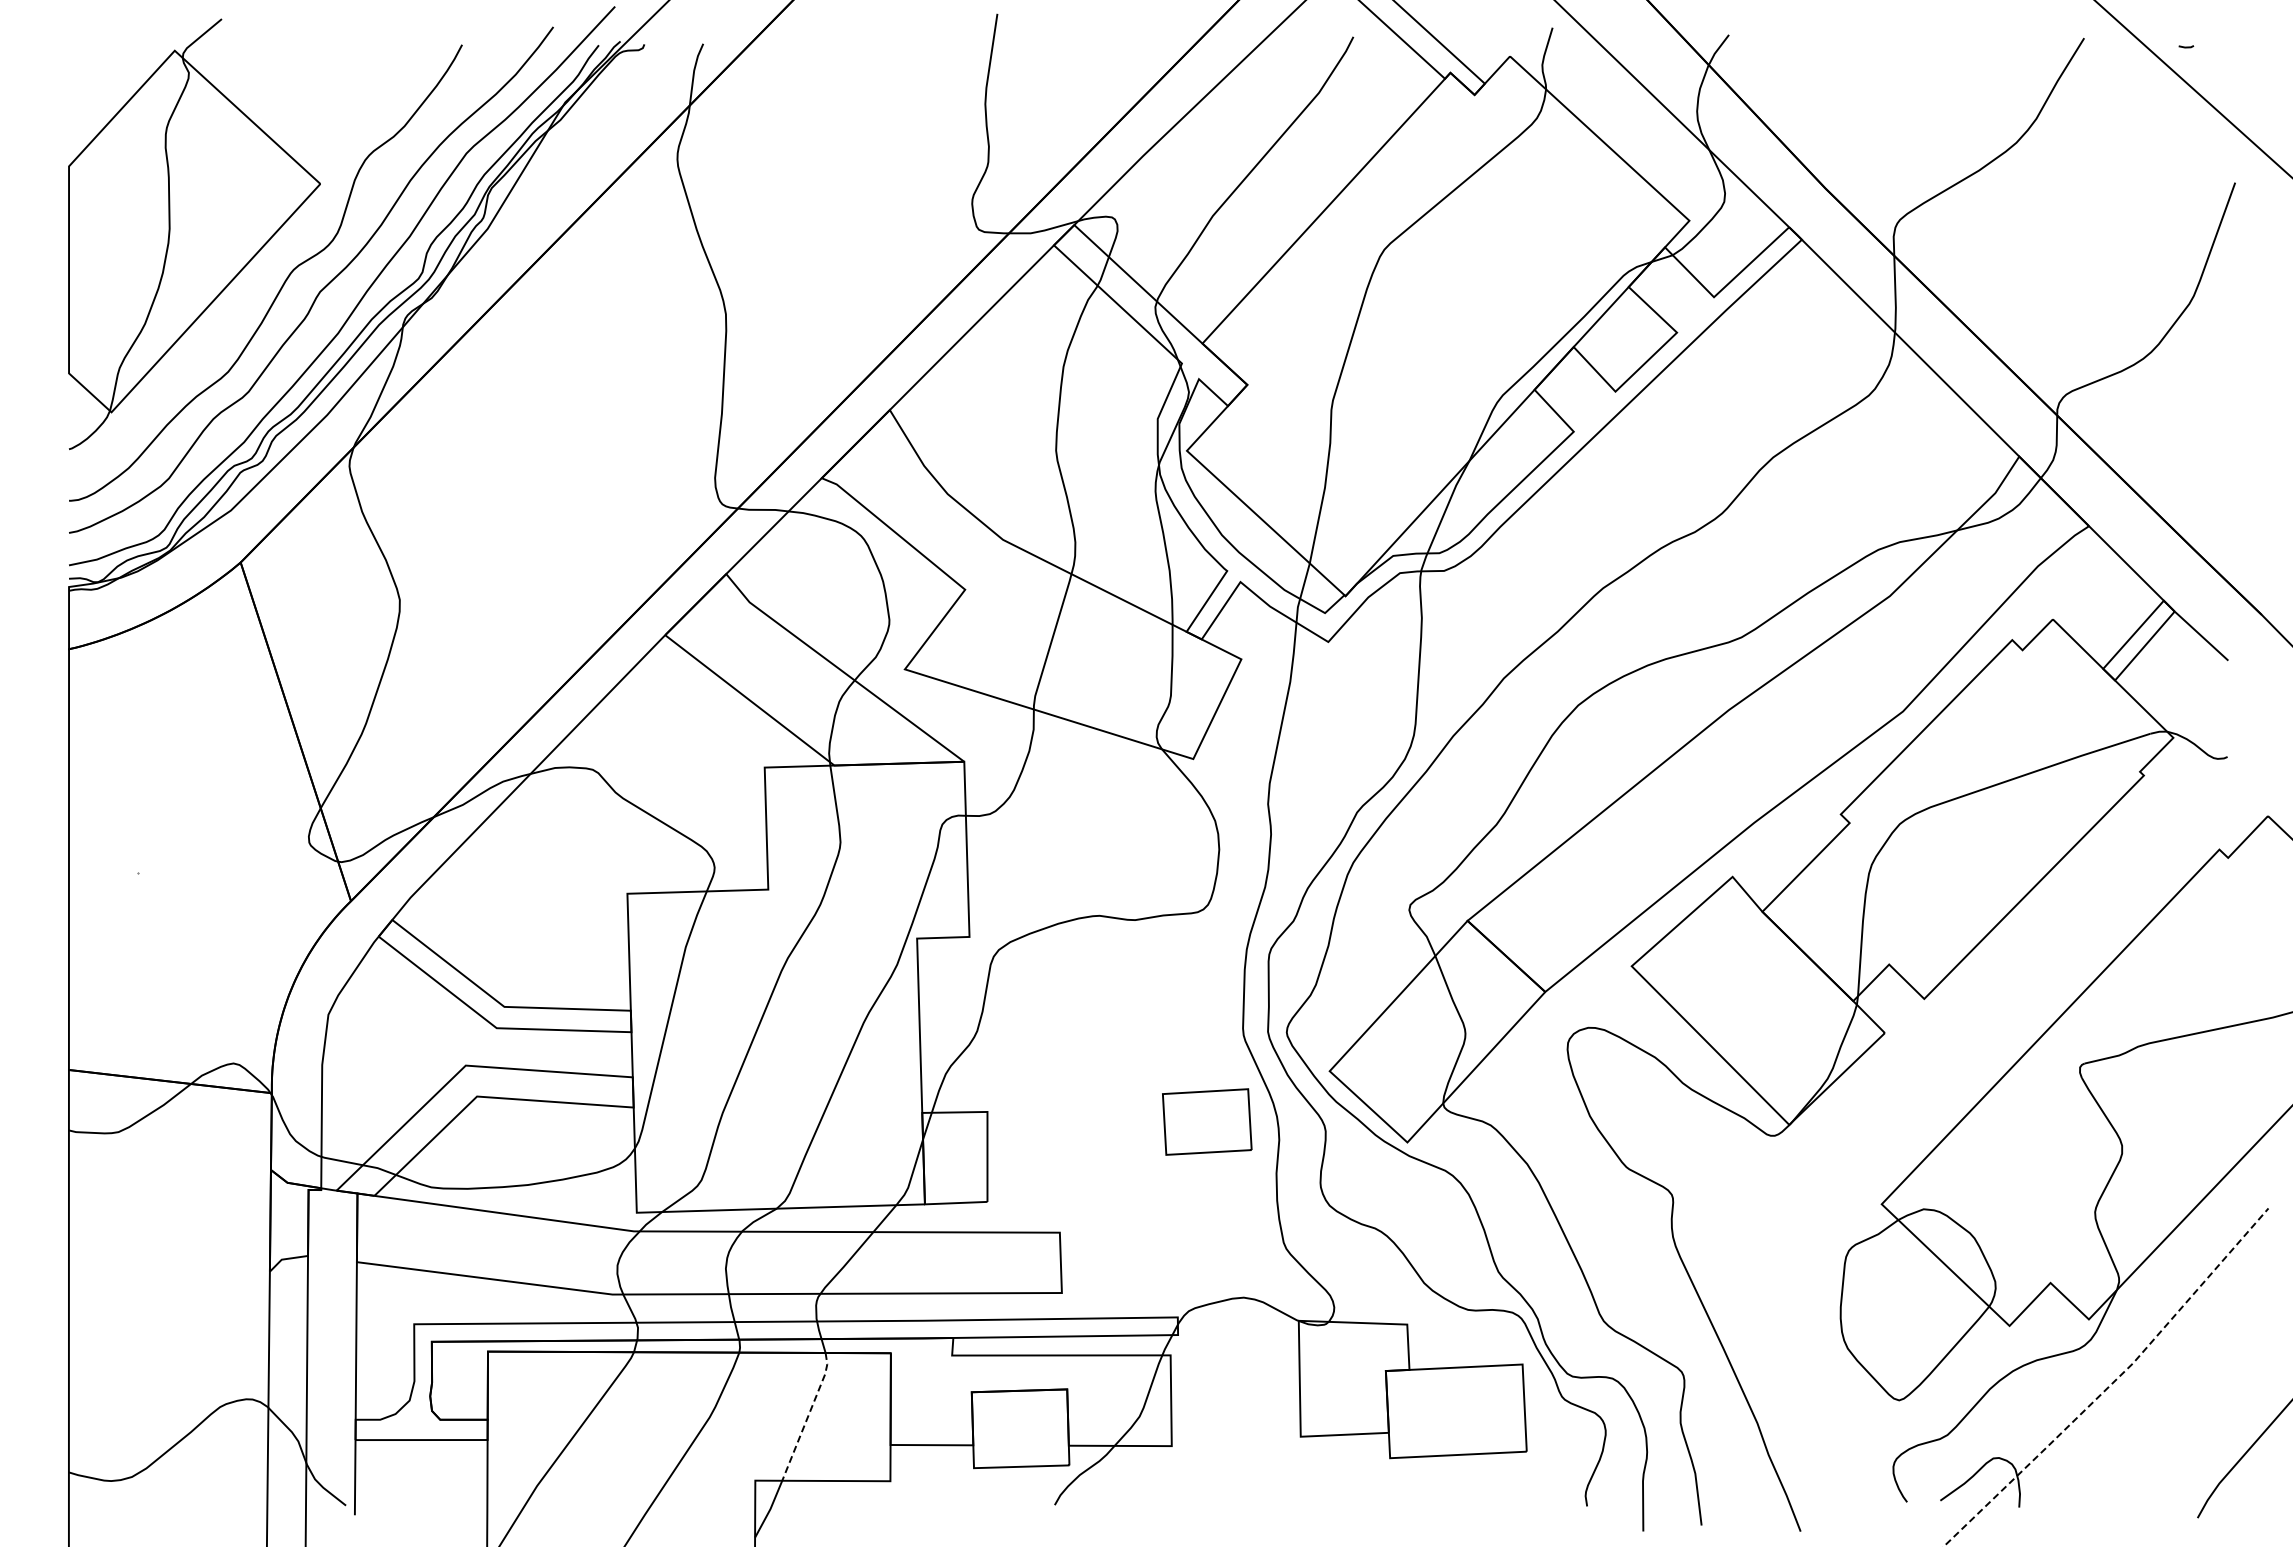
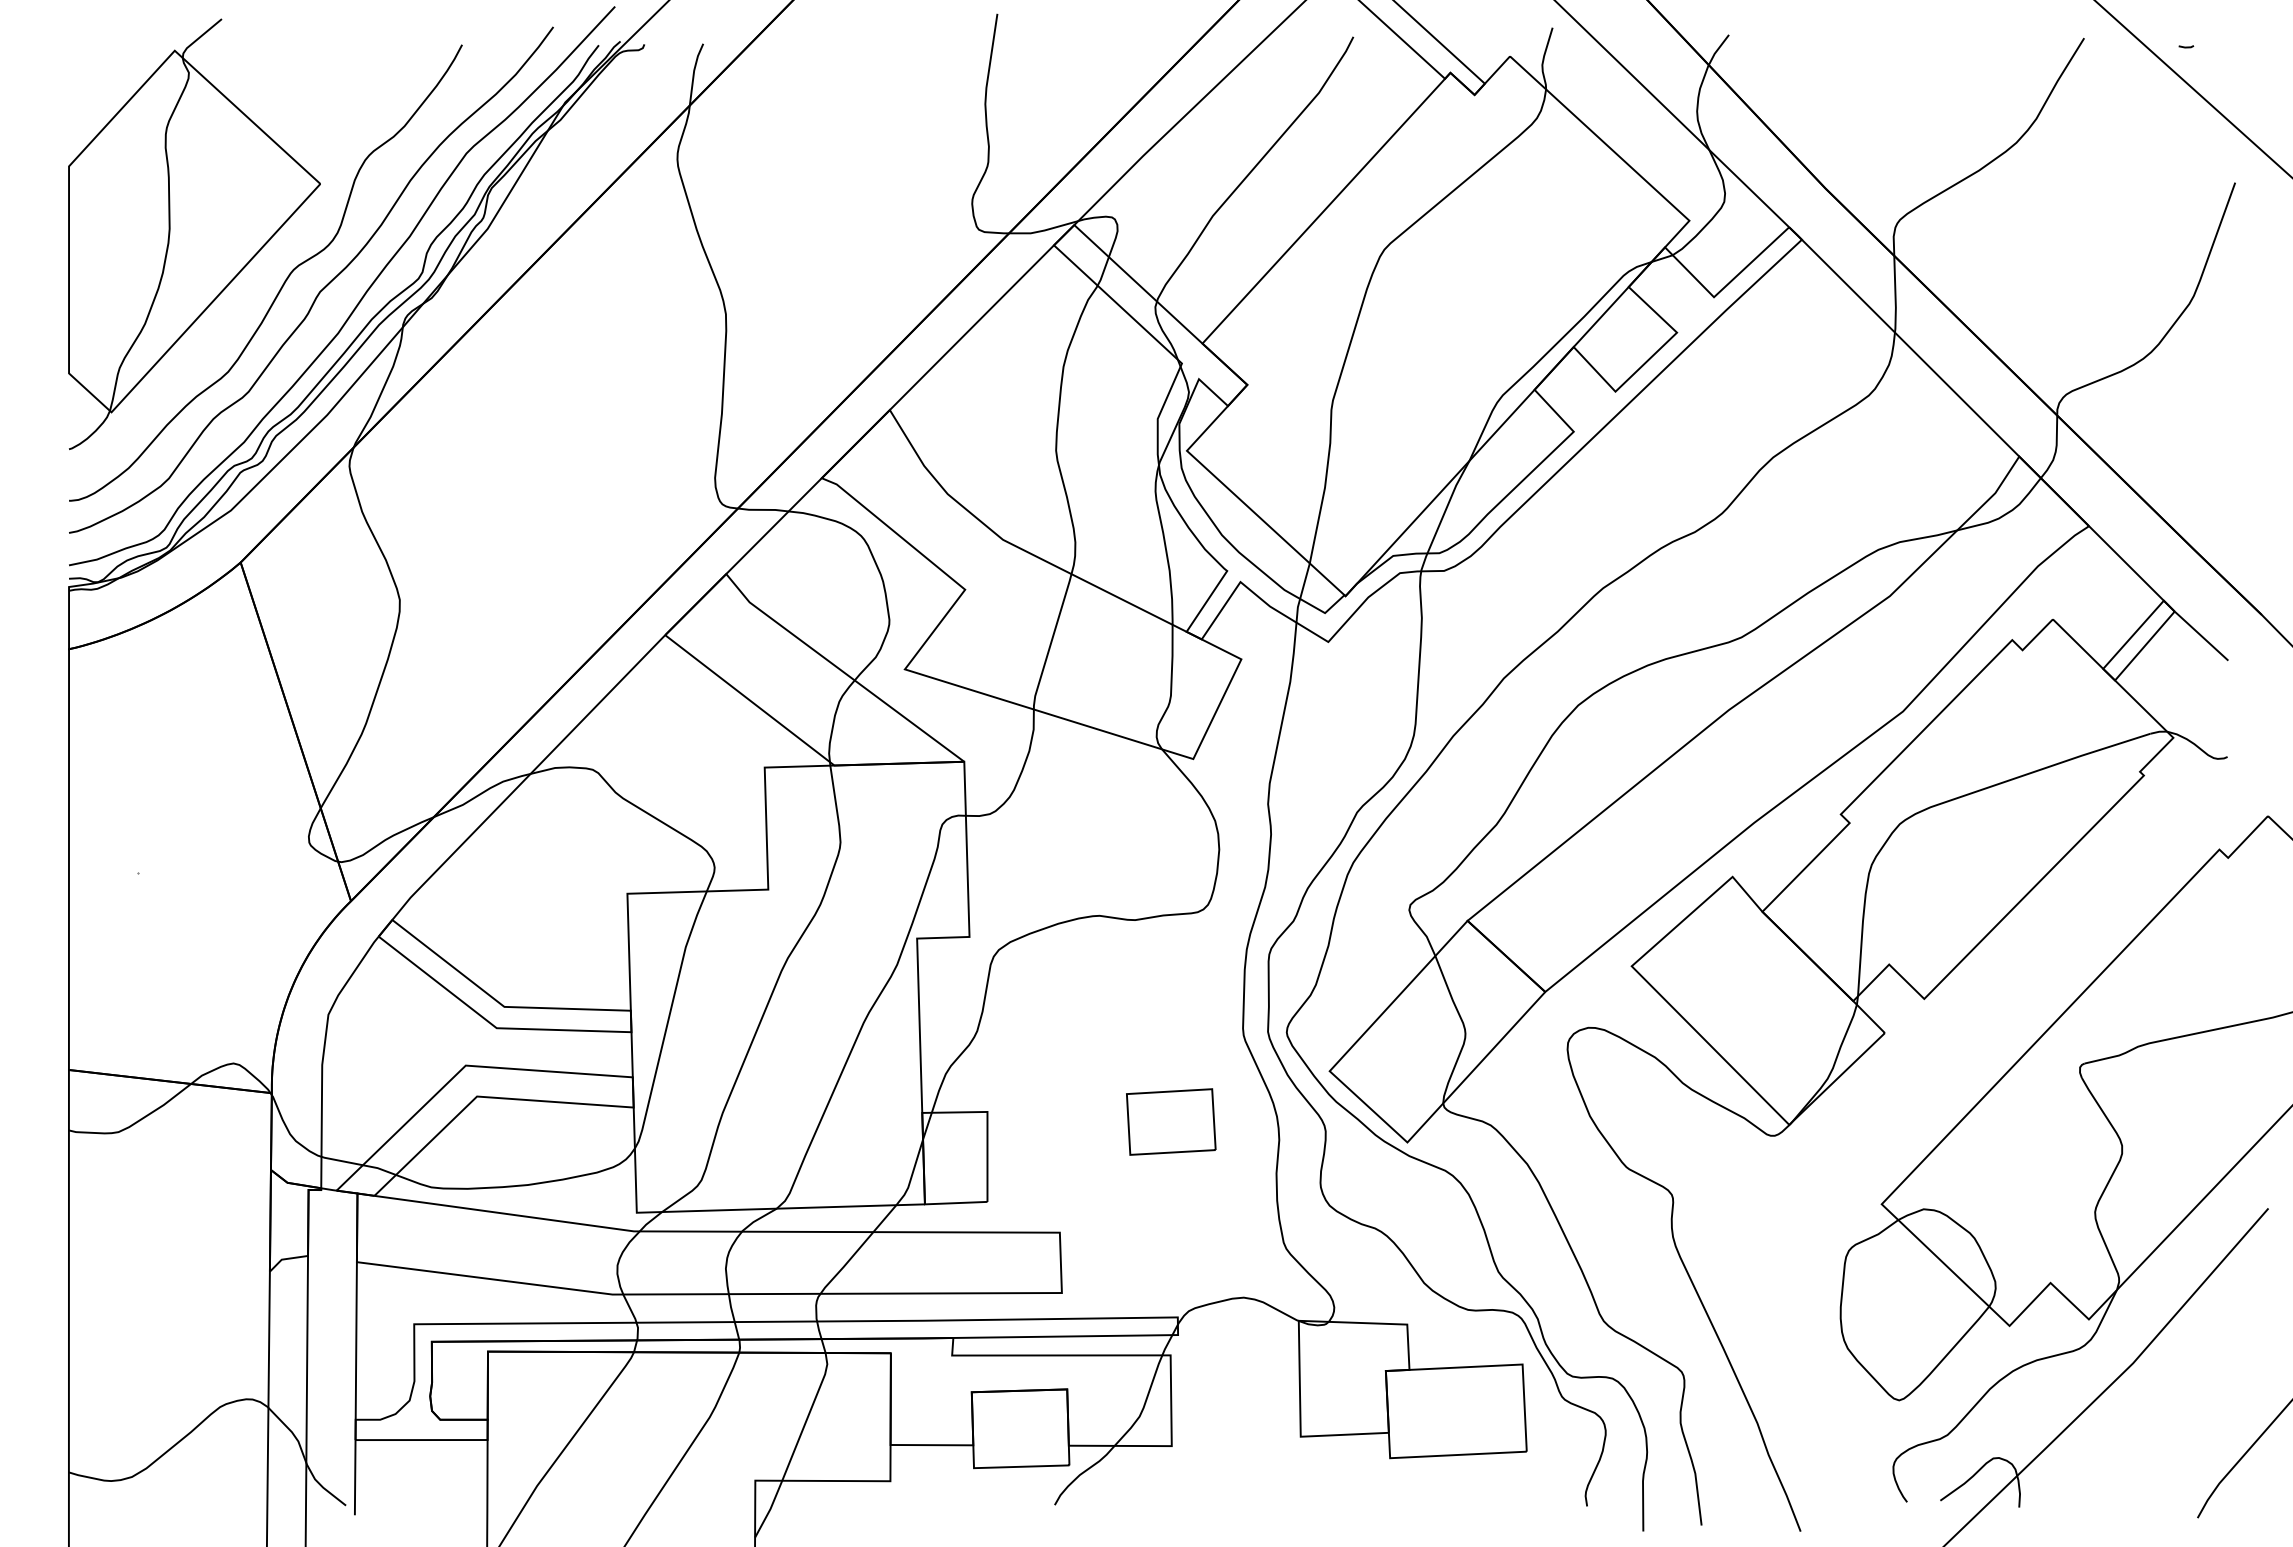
part at (1207, 1121) position: (1207, 1121) -> (1171, 1121)
line at (2112, 1383): dashed -> solid
line at (808, 1416): dashed -> solid
